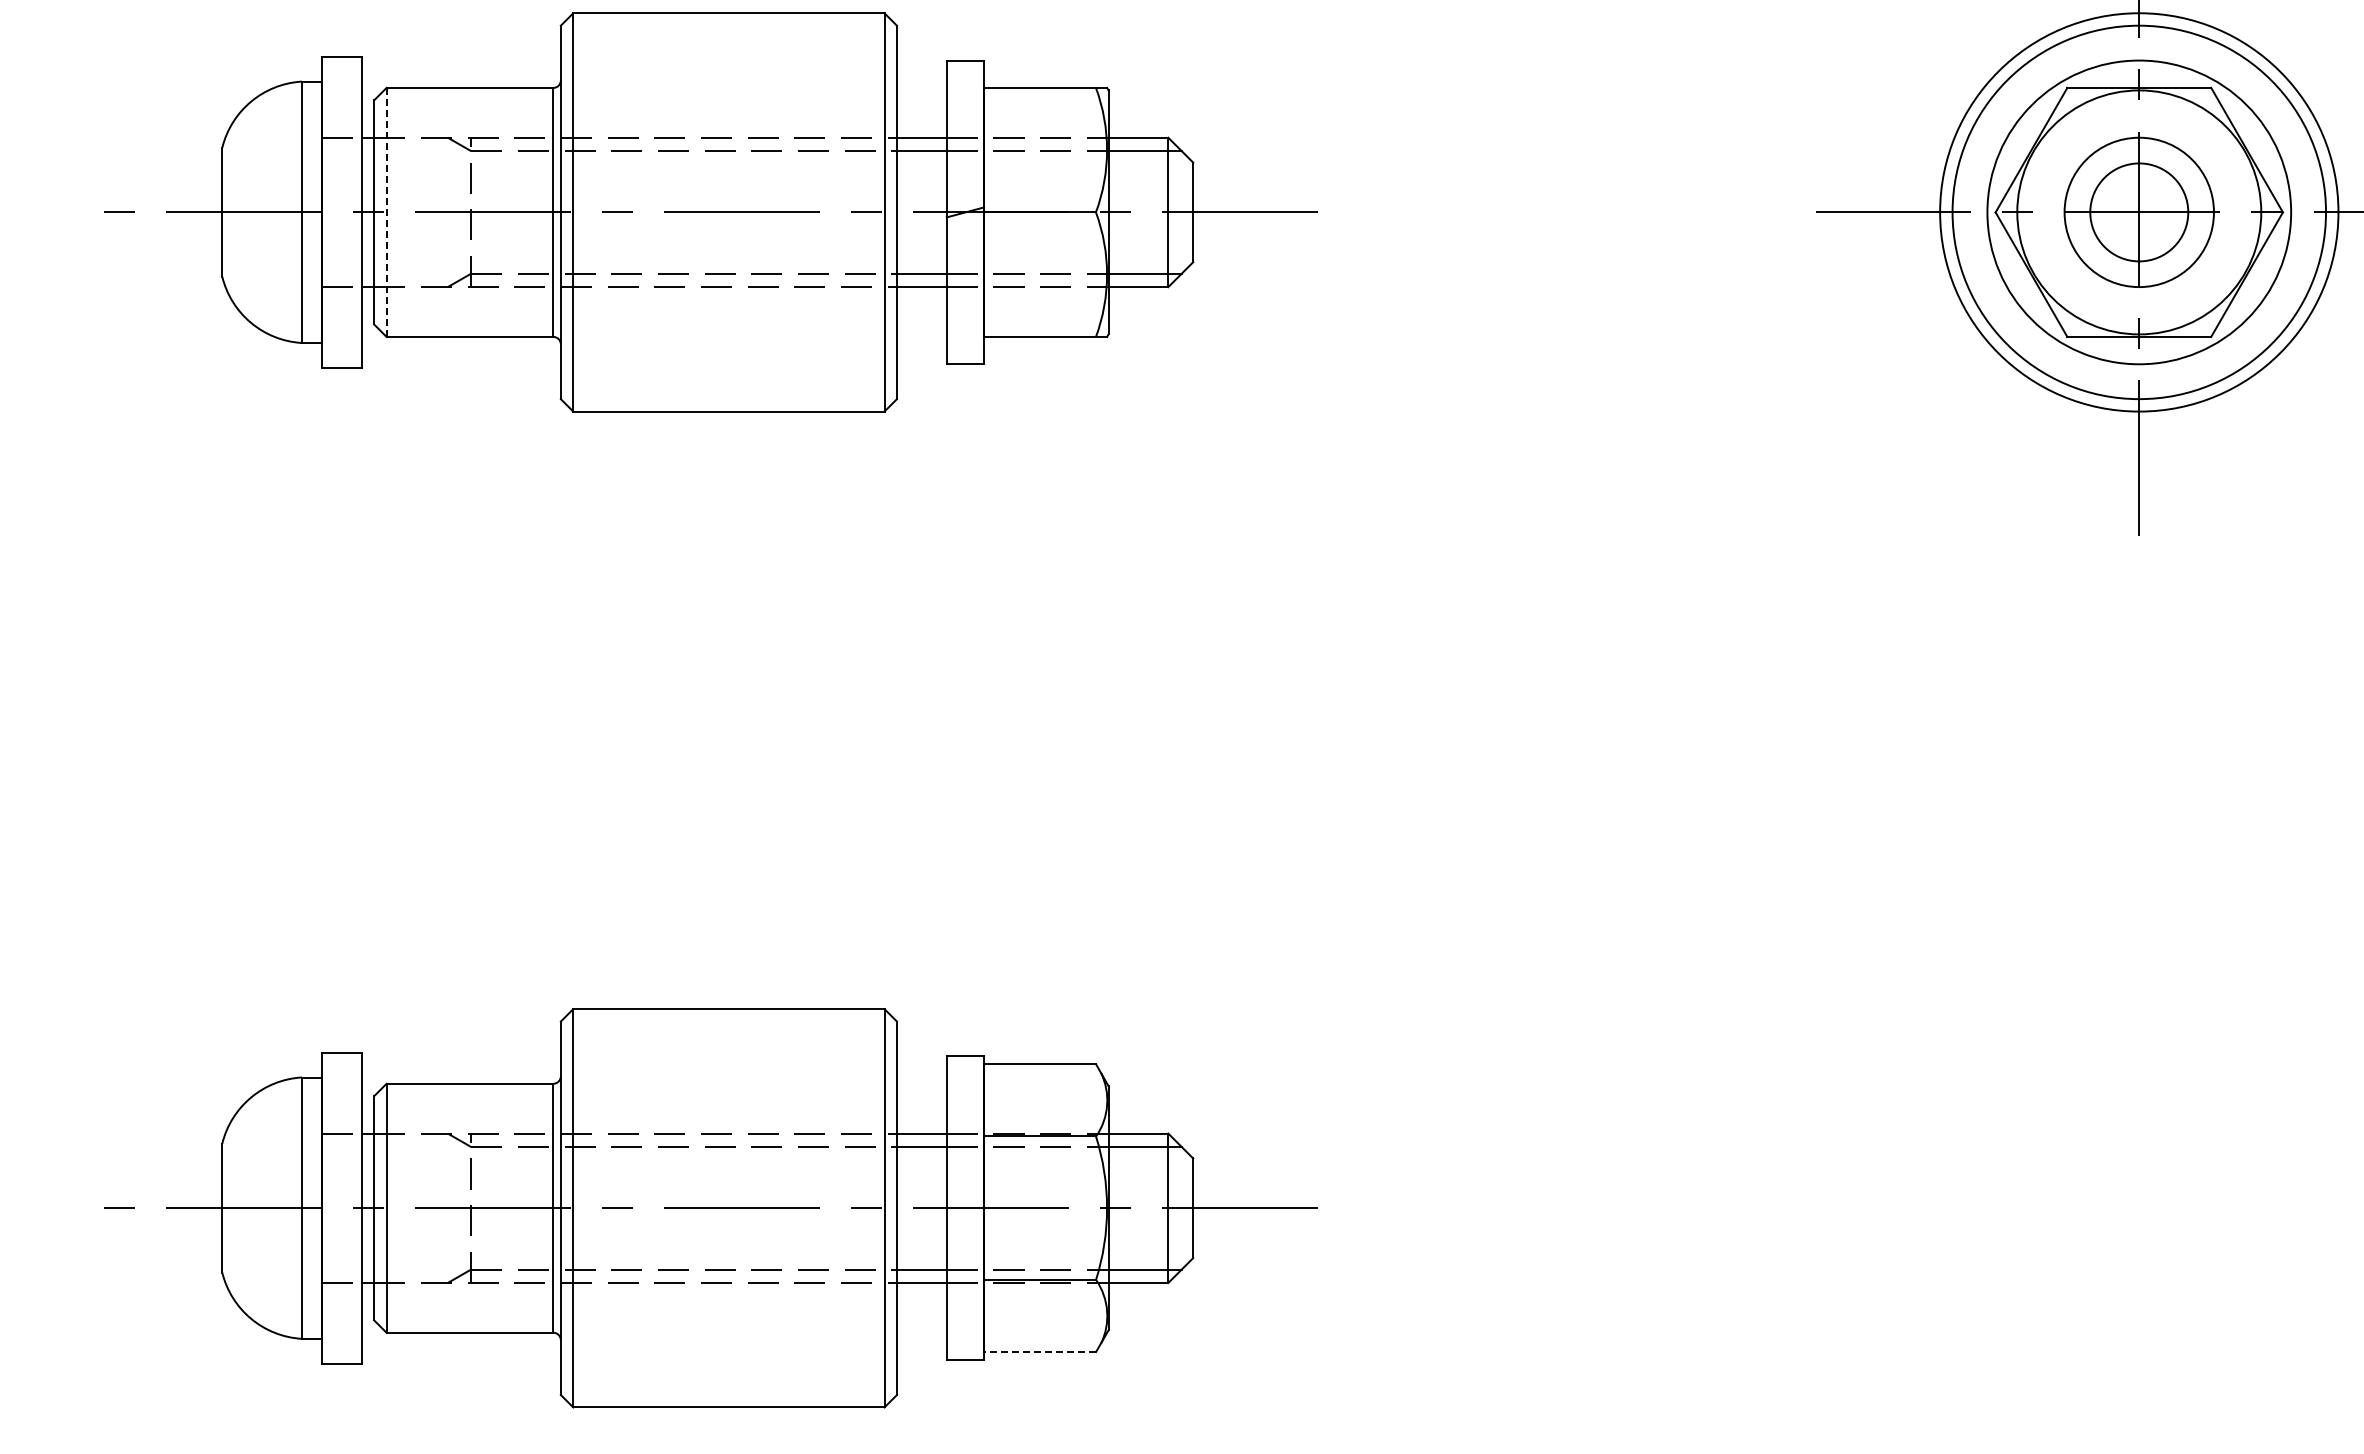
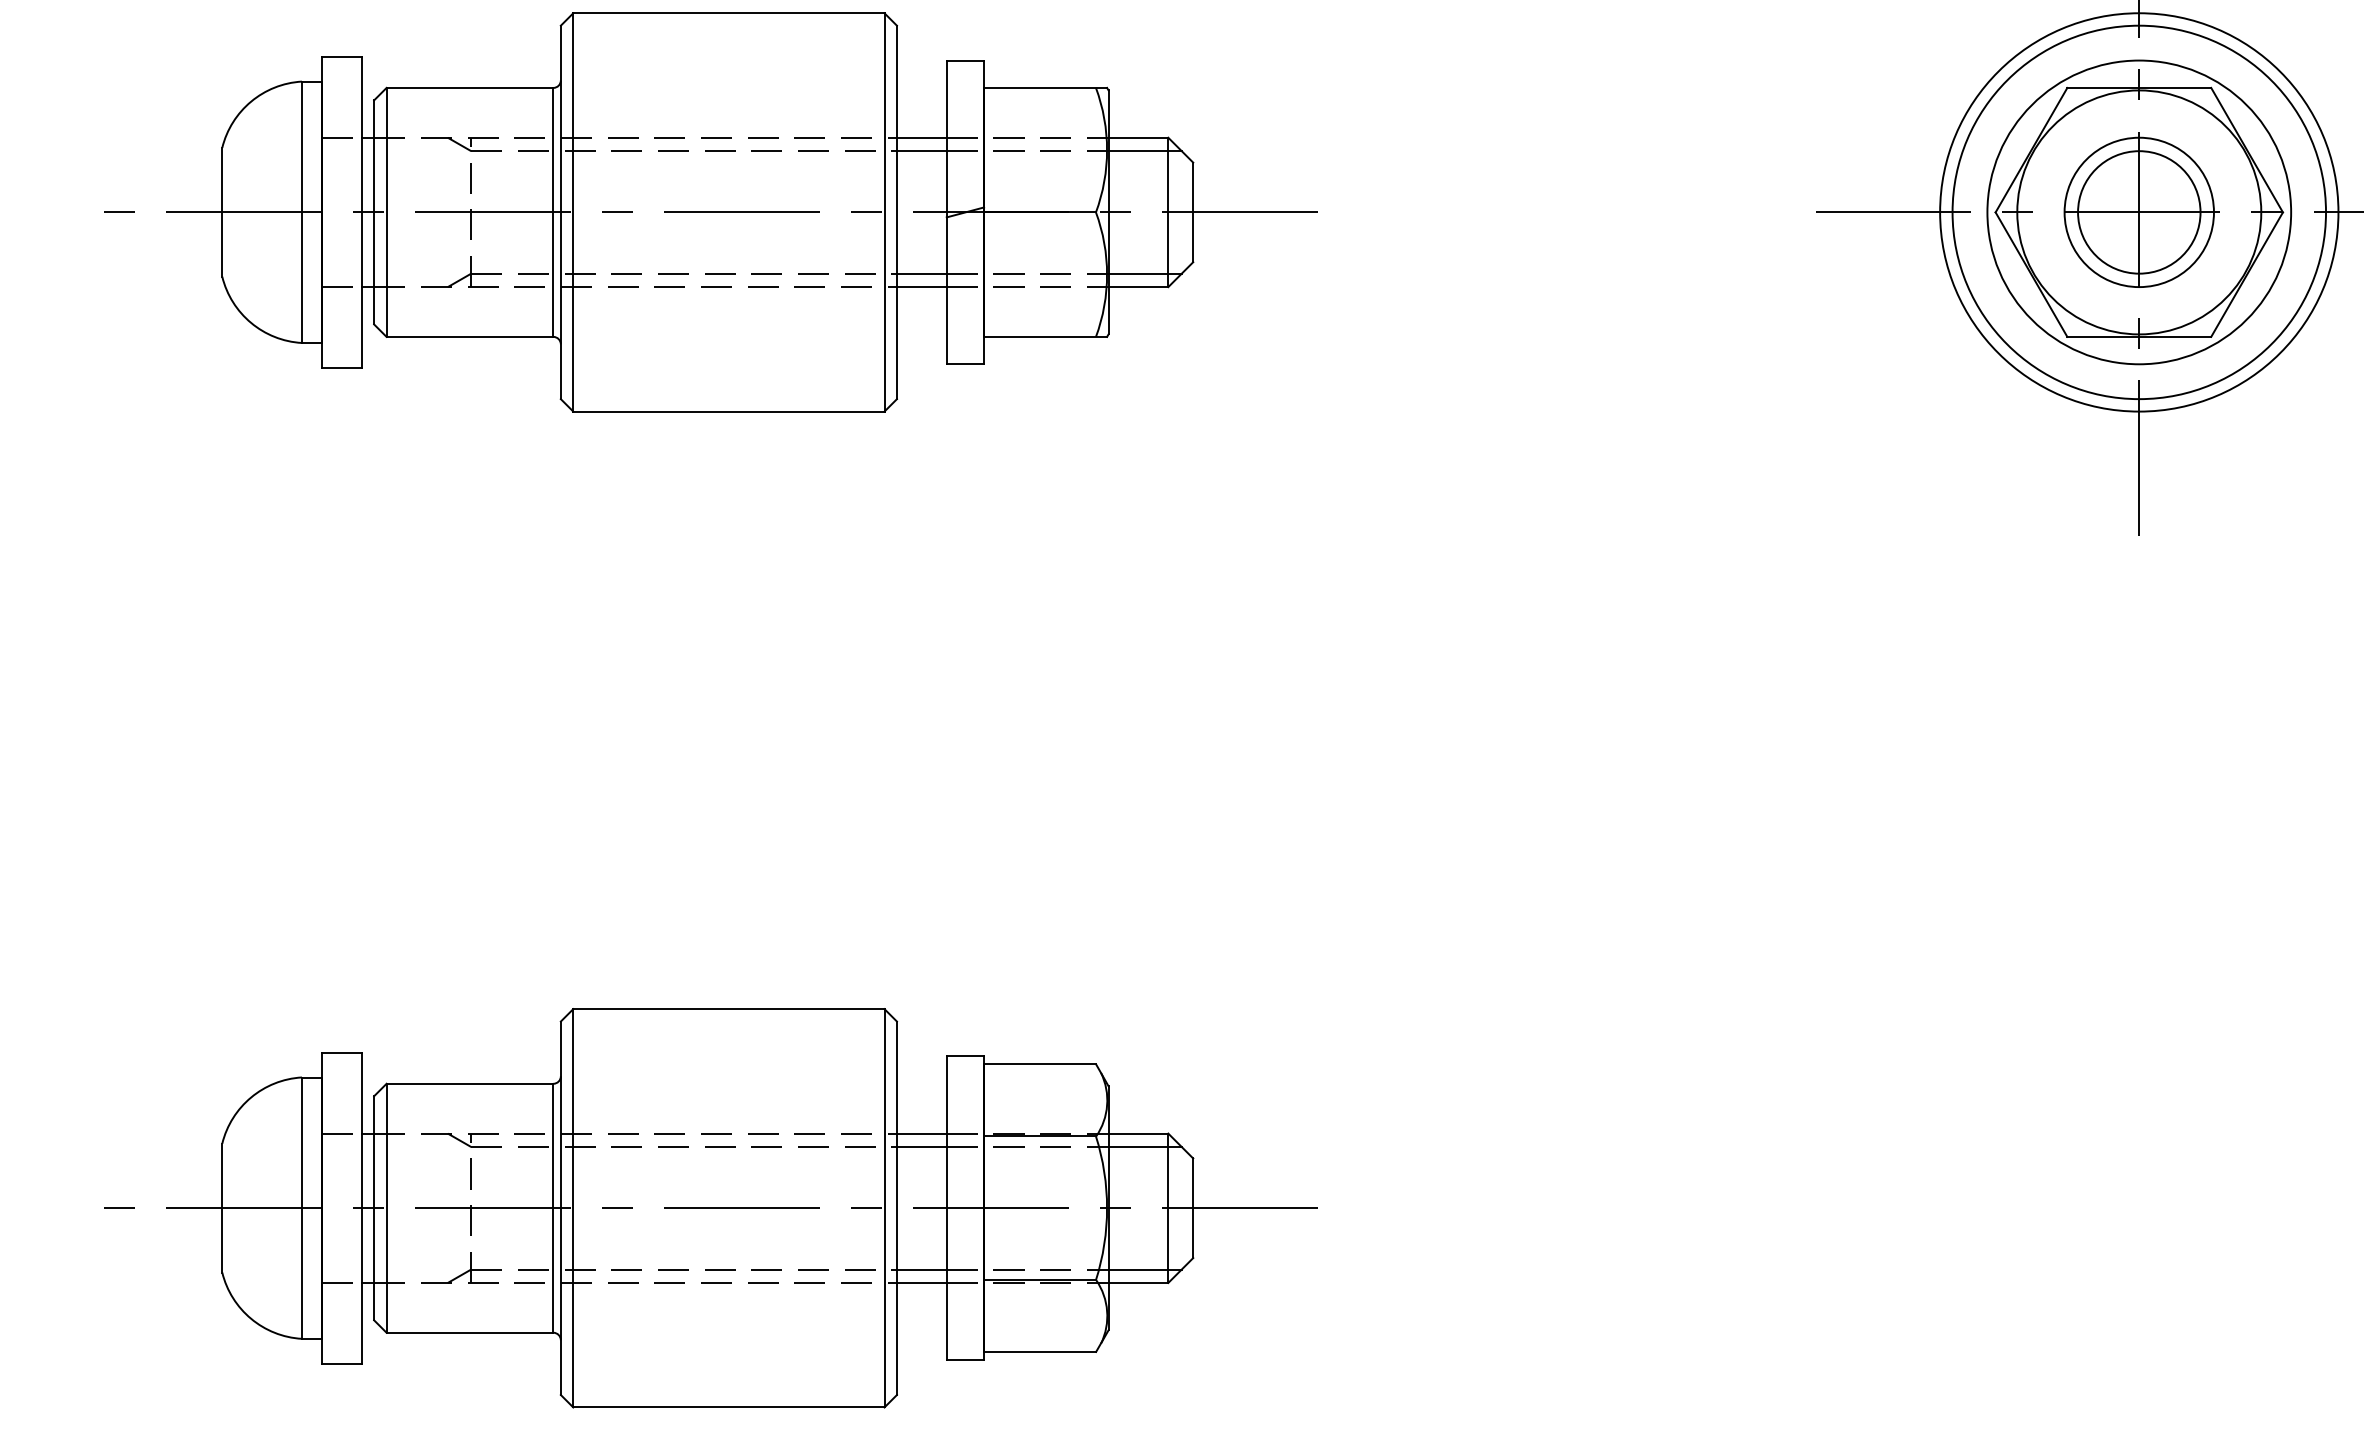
line at (386, 212): dashed -> solid
circle at (2139, 212) diameter: 98 px -> 122 px
line at (1039, 1351): dashed -> solid
